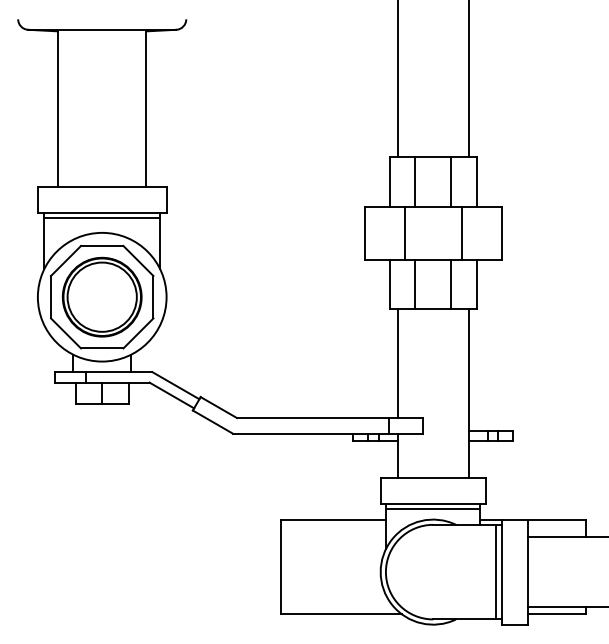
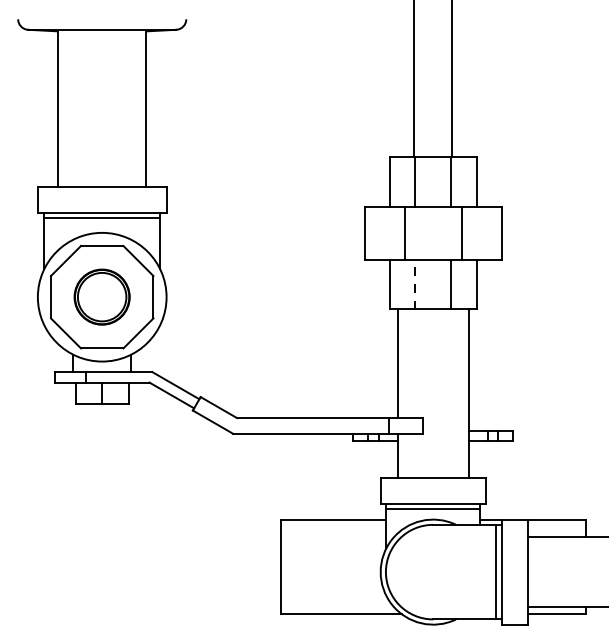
line at (397, 79) position: (397, 79) -> (413, 79)
line at (468, 79) position: (468, 79) -> (451, 79)
line at (415, 284): solid -> dashed
part at (101, 296) size: 82x82 px -> 58x58 px
